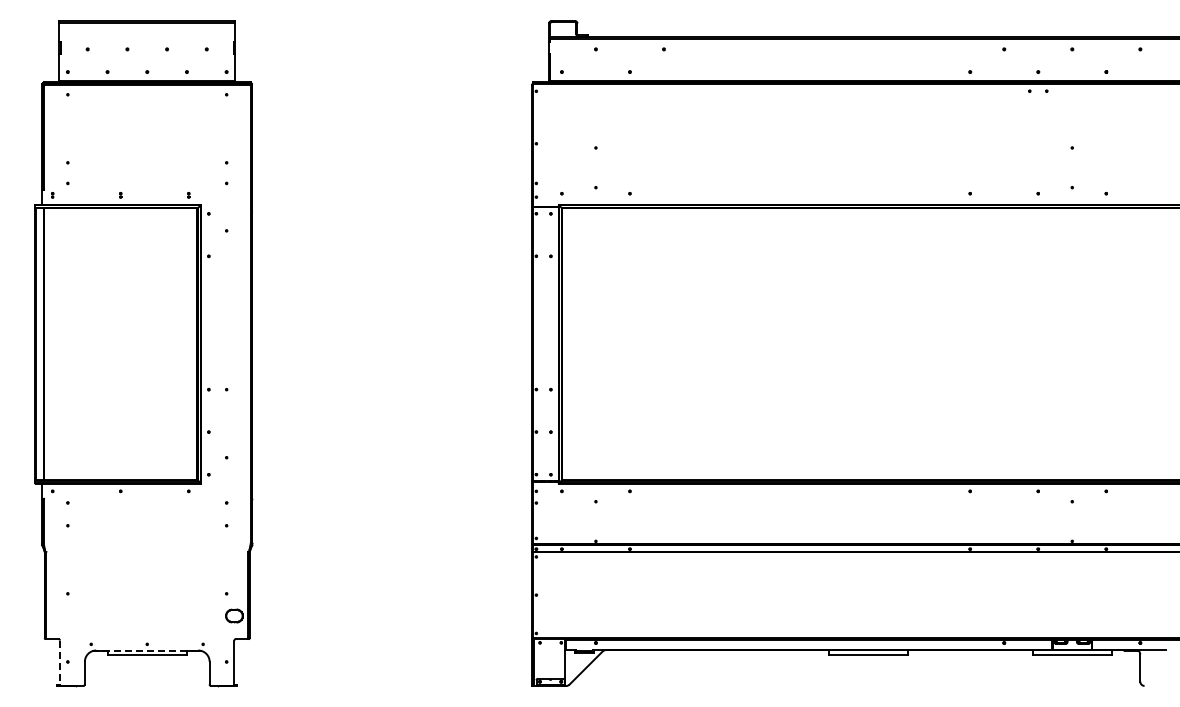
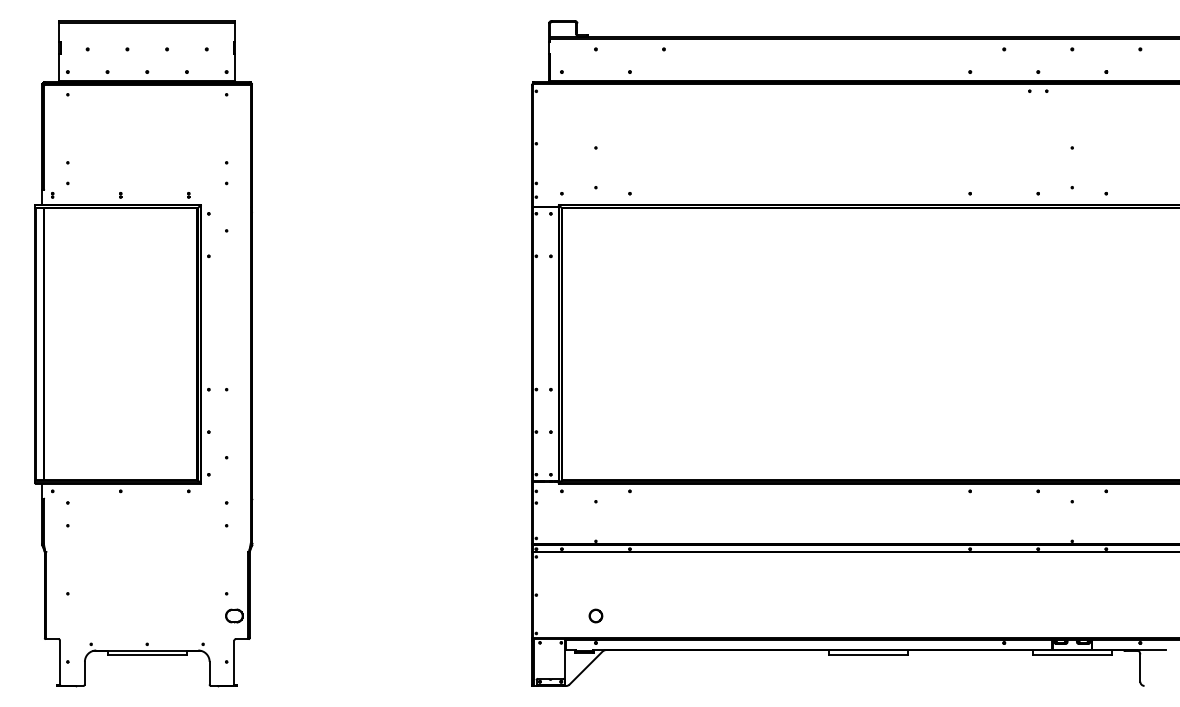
part at (595, 615): none -> present
line at (146, 650): dashed -> solid
line at (60, 663): dashed -> solid
